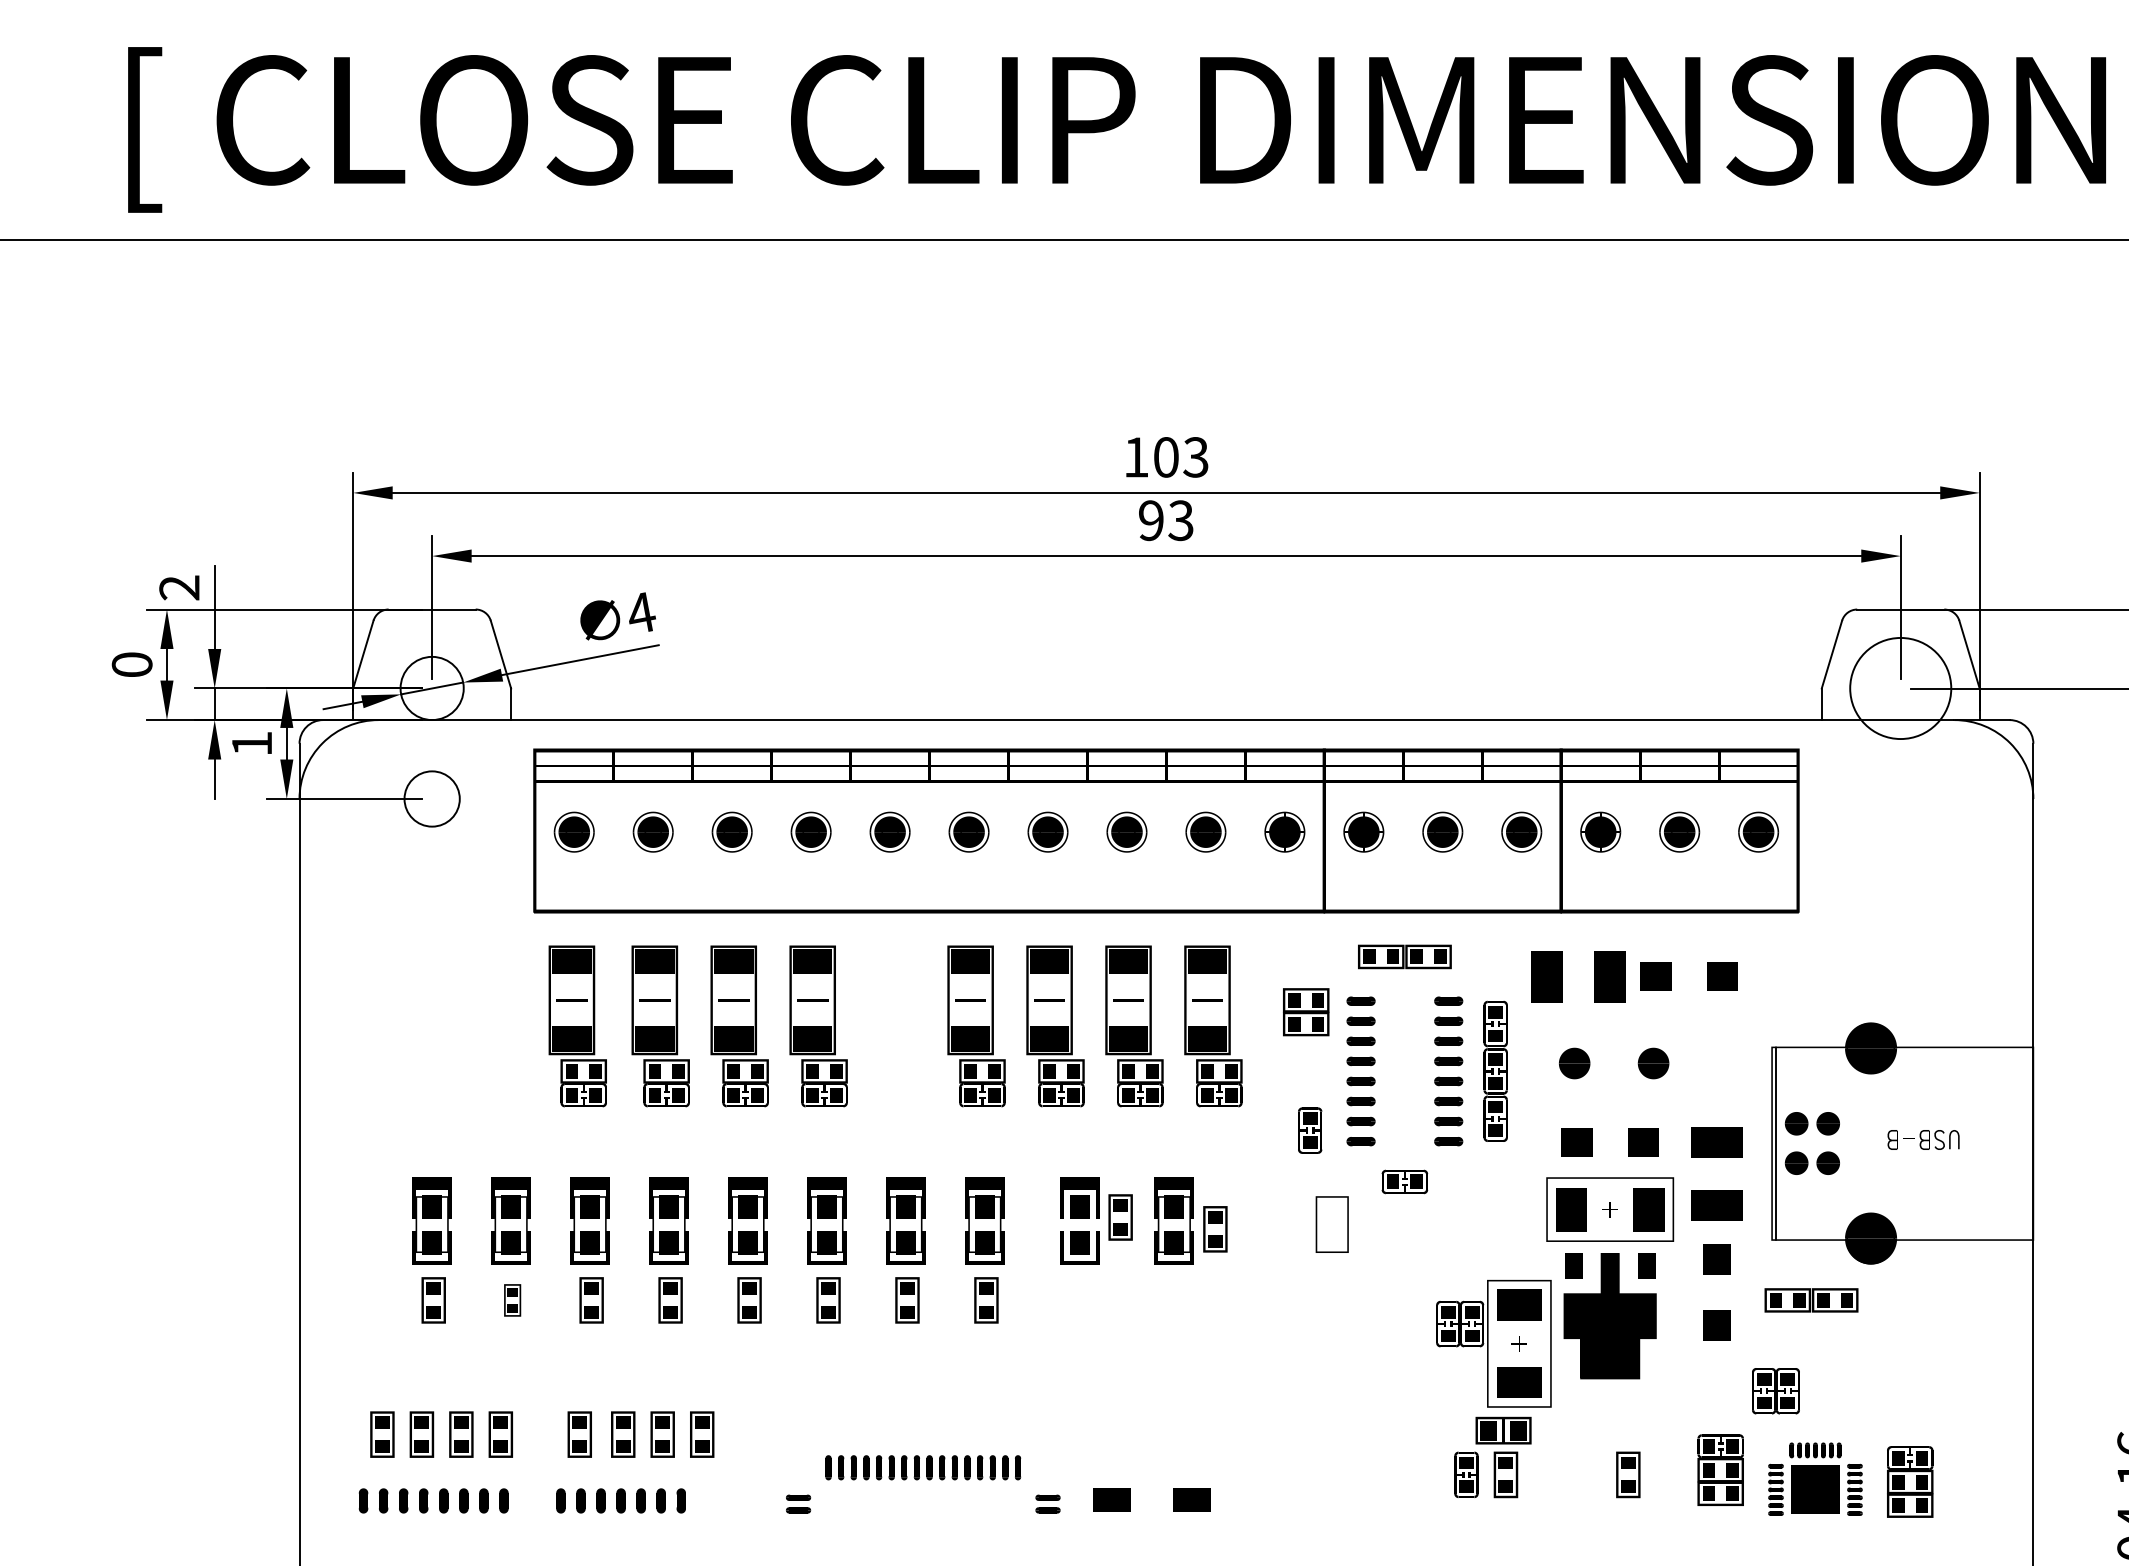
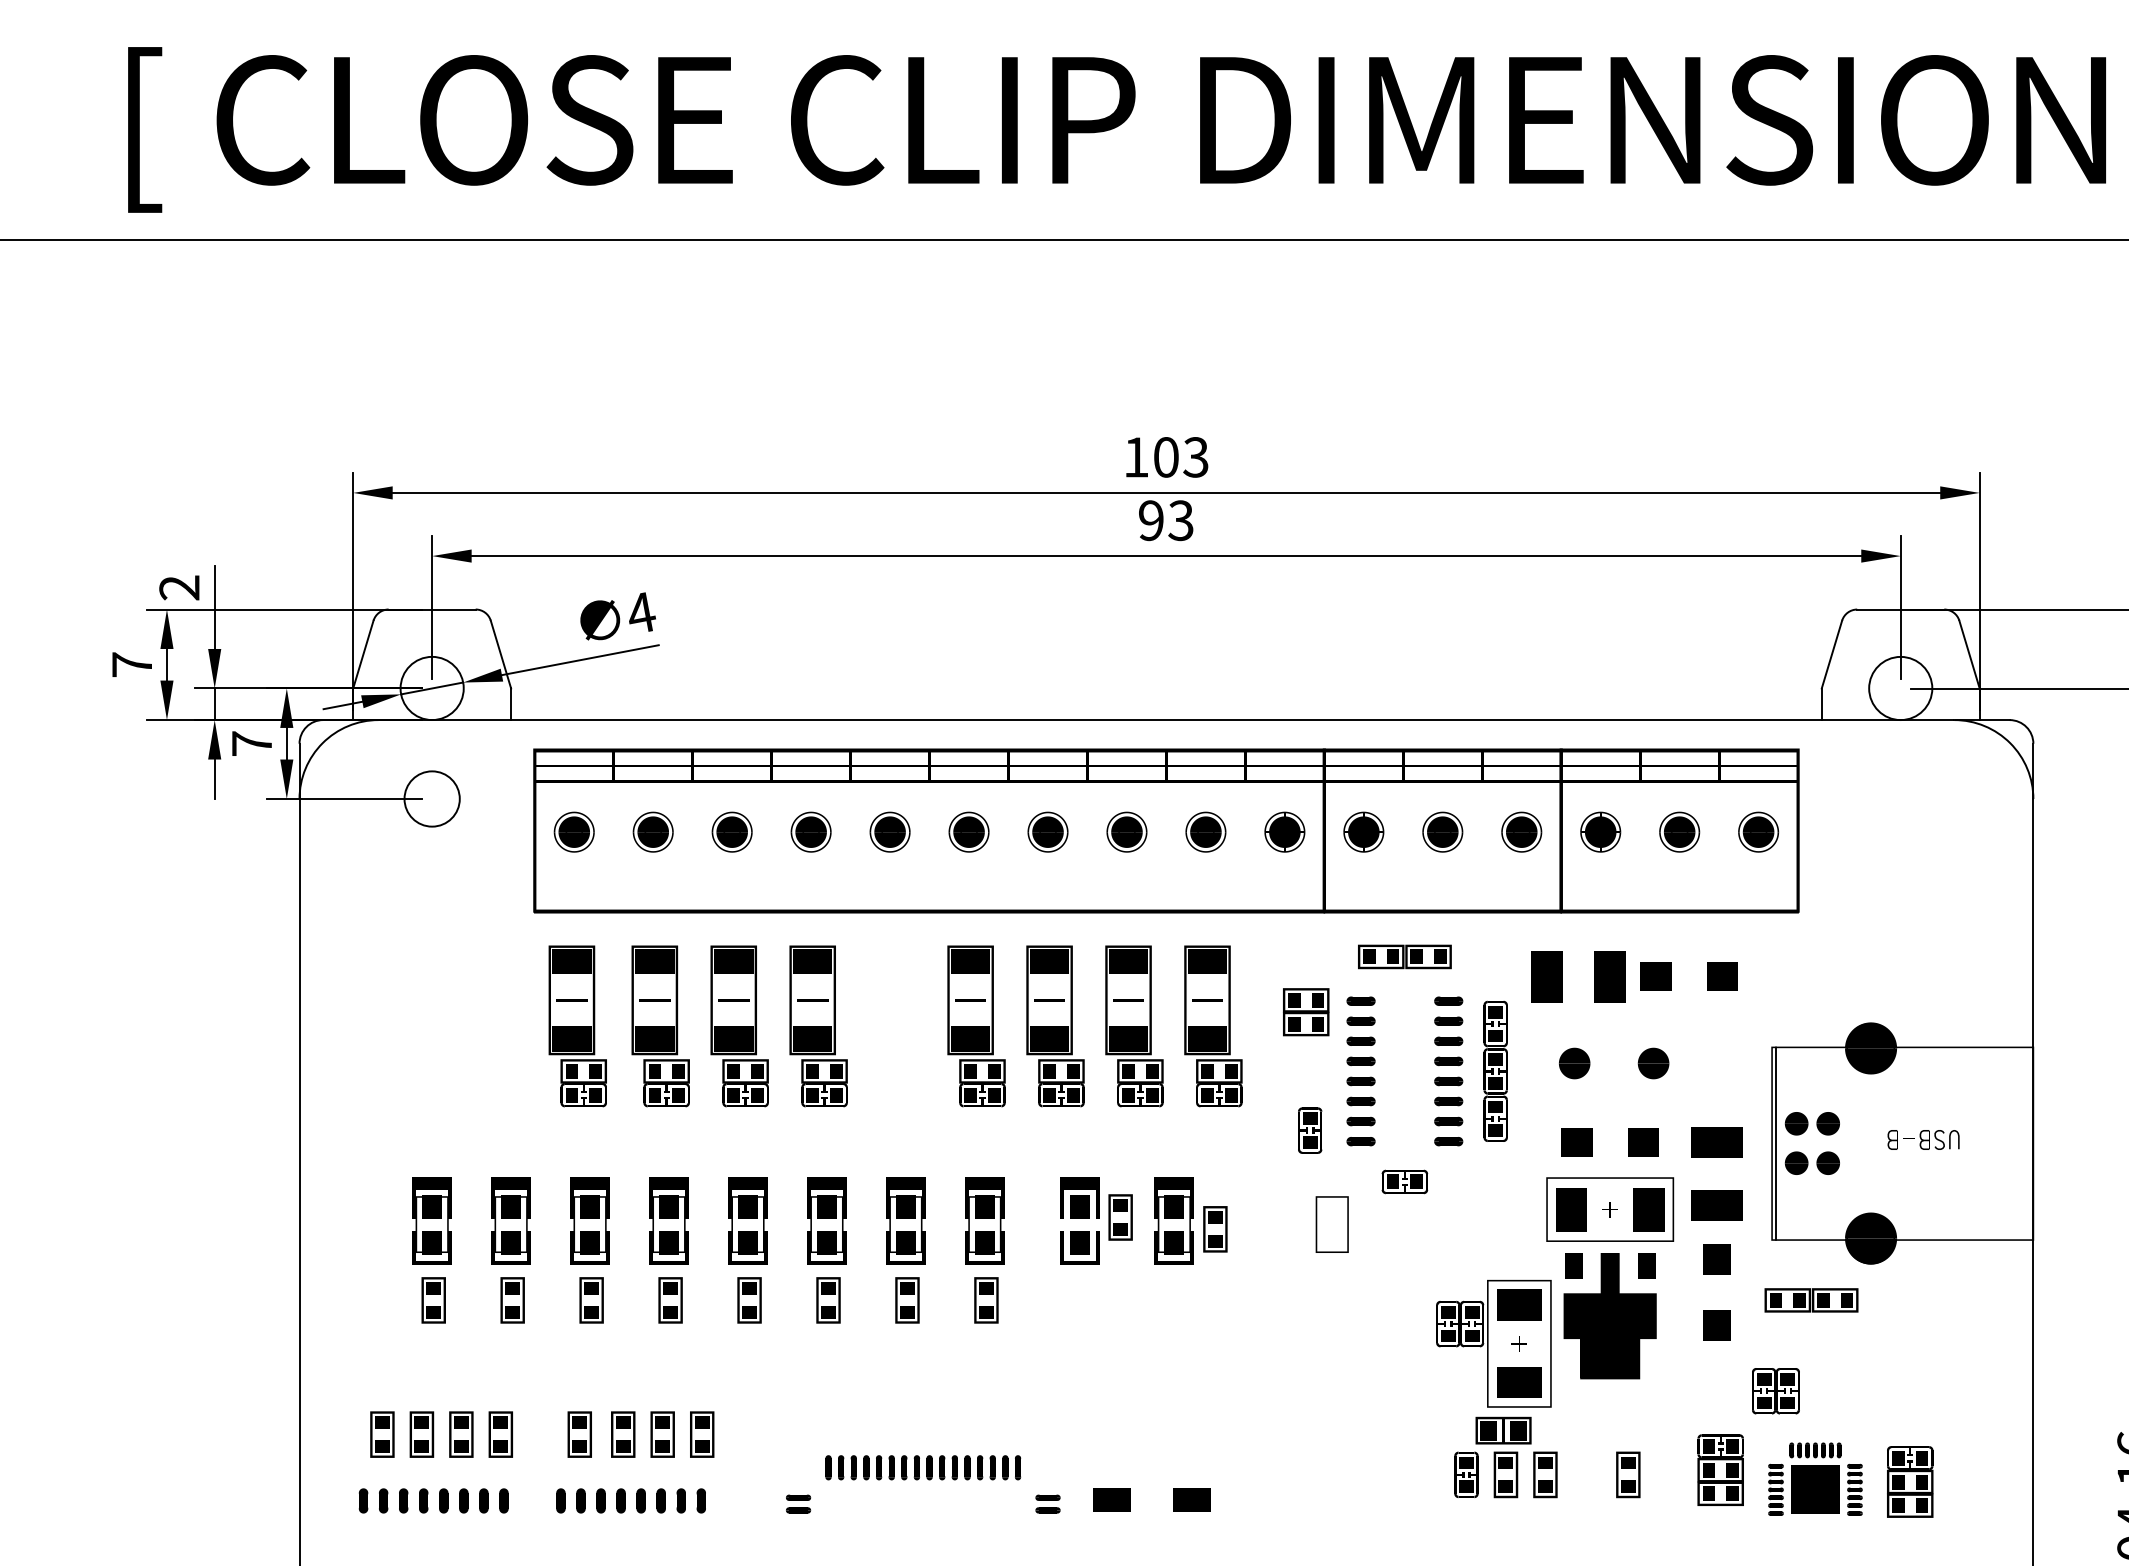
text at (131, 664): 0 -> 7
circle at (1900, 688) diameter: 101 px -> 63 px
text at (251, 743): 1 -> 7
part at (512, 1300) size: 18x33 px -> 25x47 px
part at (1545, 1474): none -> present
part at (700, 1500): none -> present
